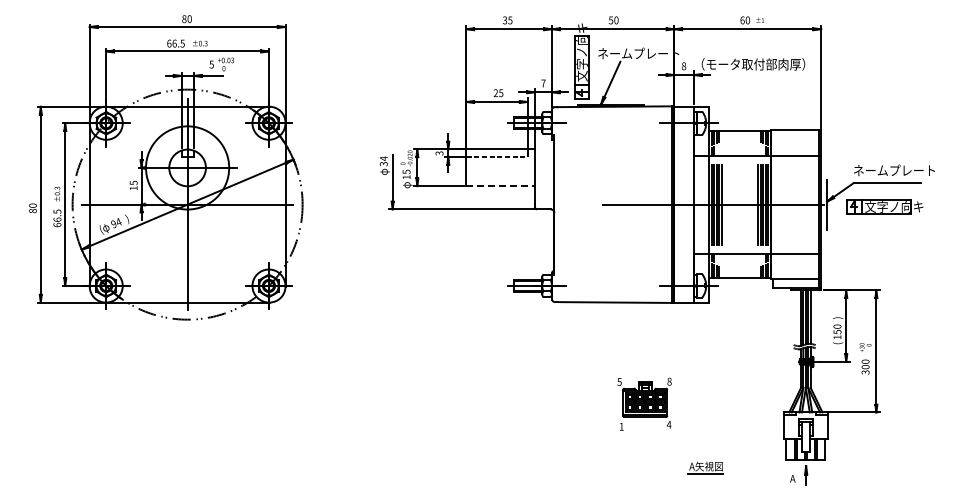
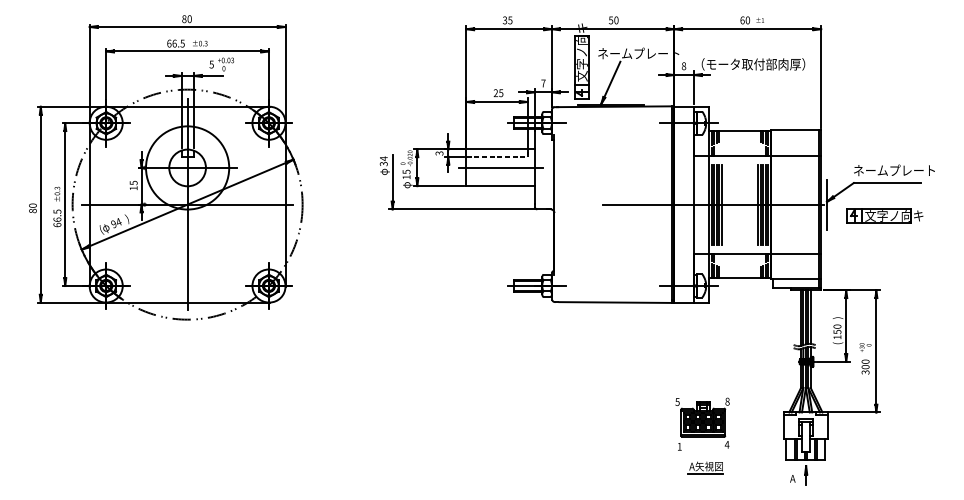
line at (500, 167): none -> present
line at (501, 186): dashed -> solid
part at (884, 206) position: (884, 206) -> (884, 215)
part at (644, 403) position: (644, 403) -> (702, 423)
